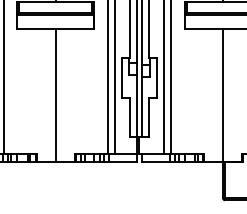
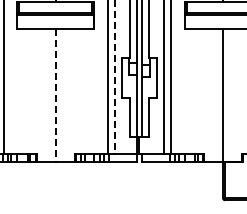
line at (115, 77): solid -> dashed
line at (55, 96): solid -> dashed
